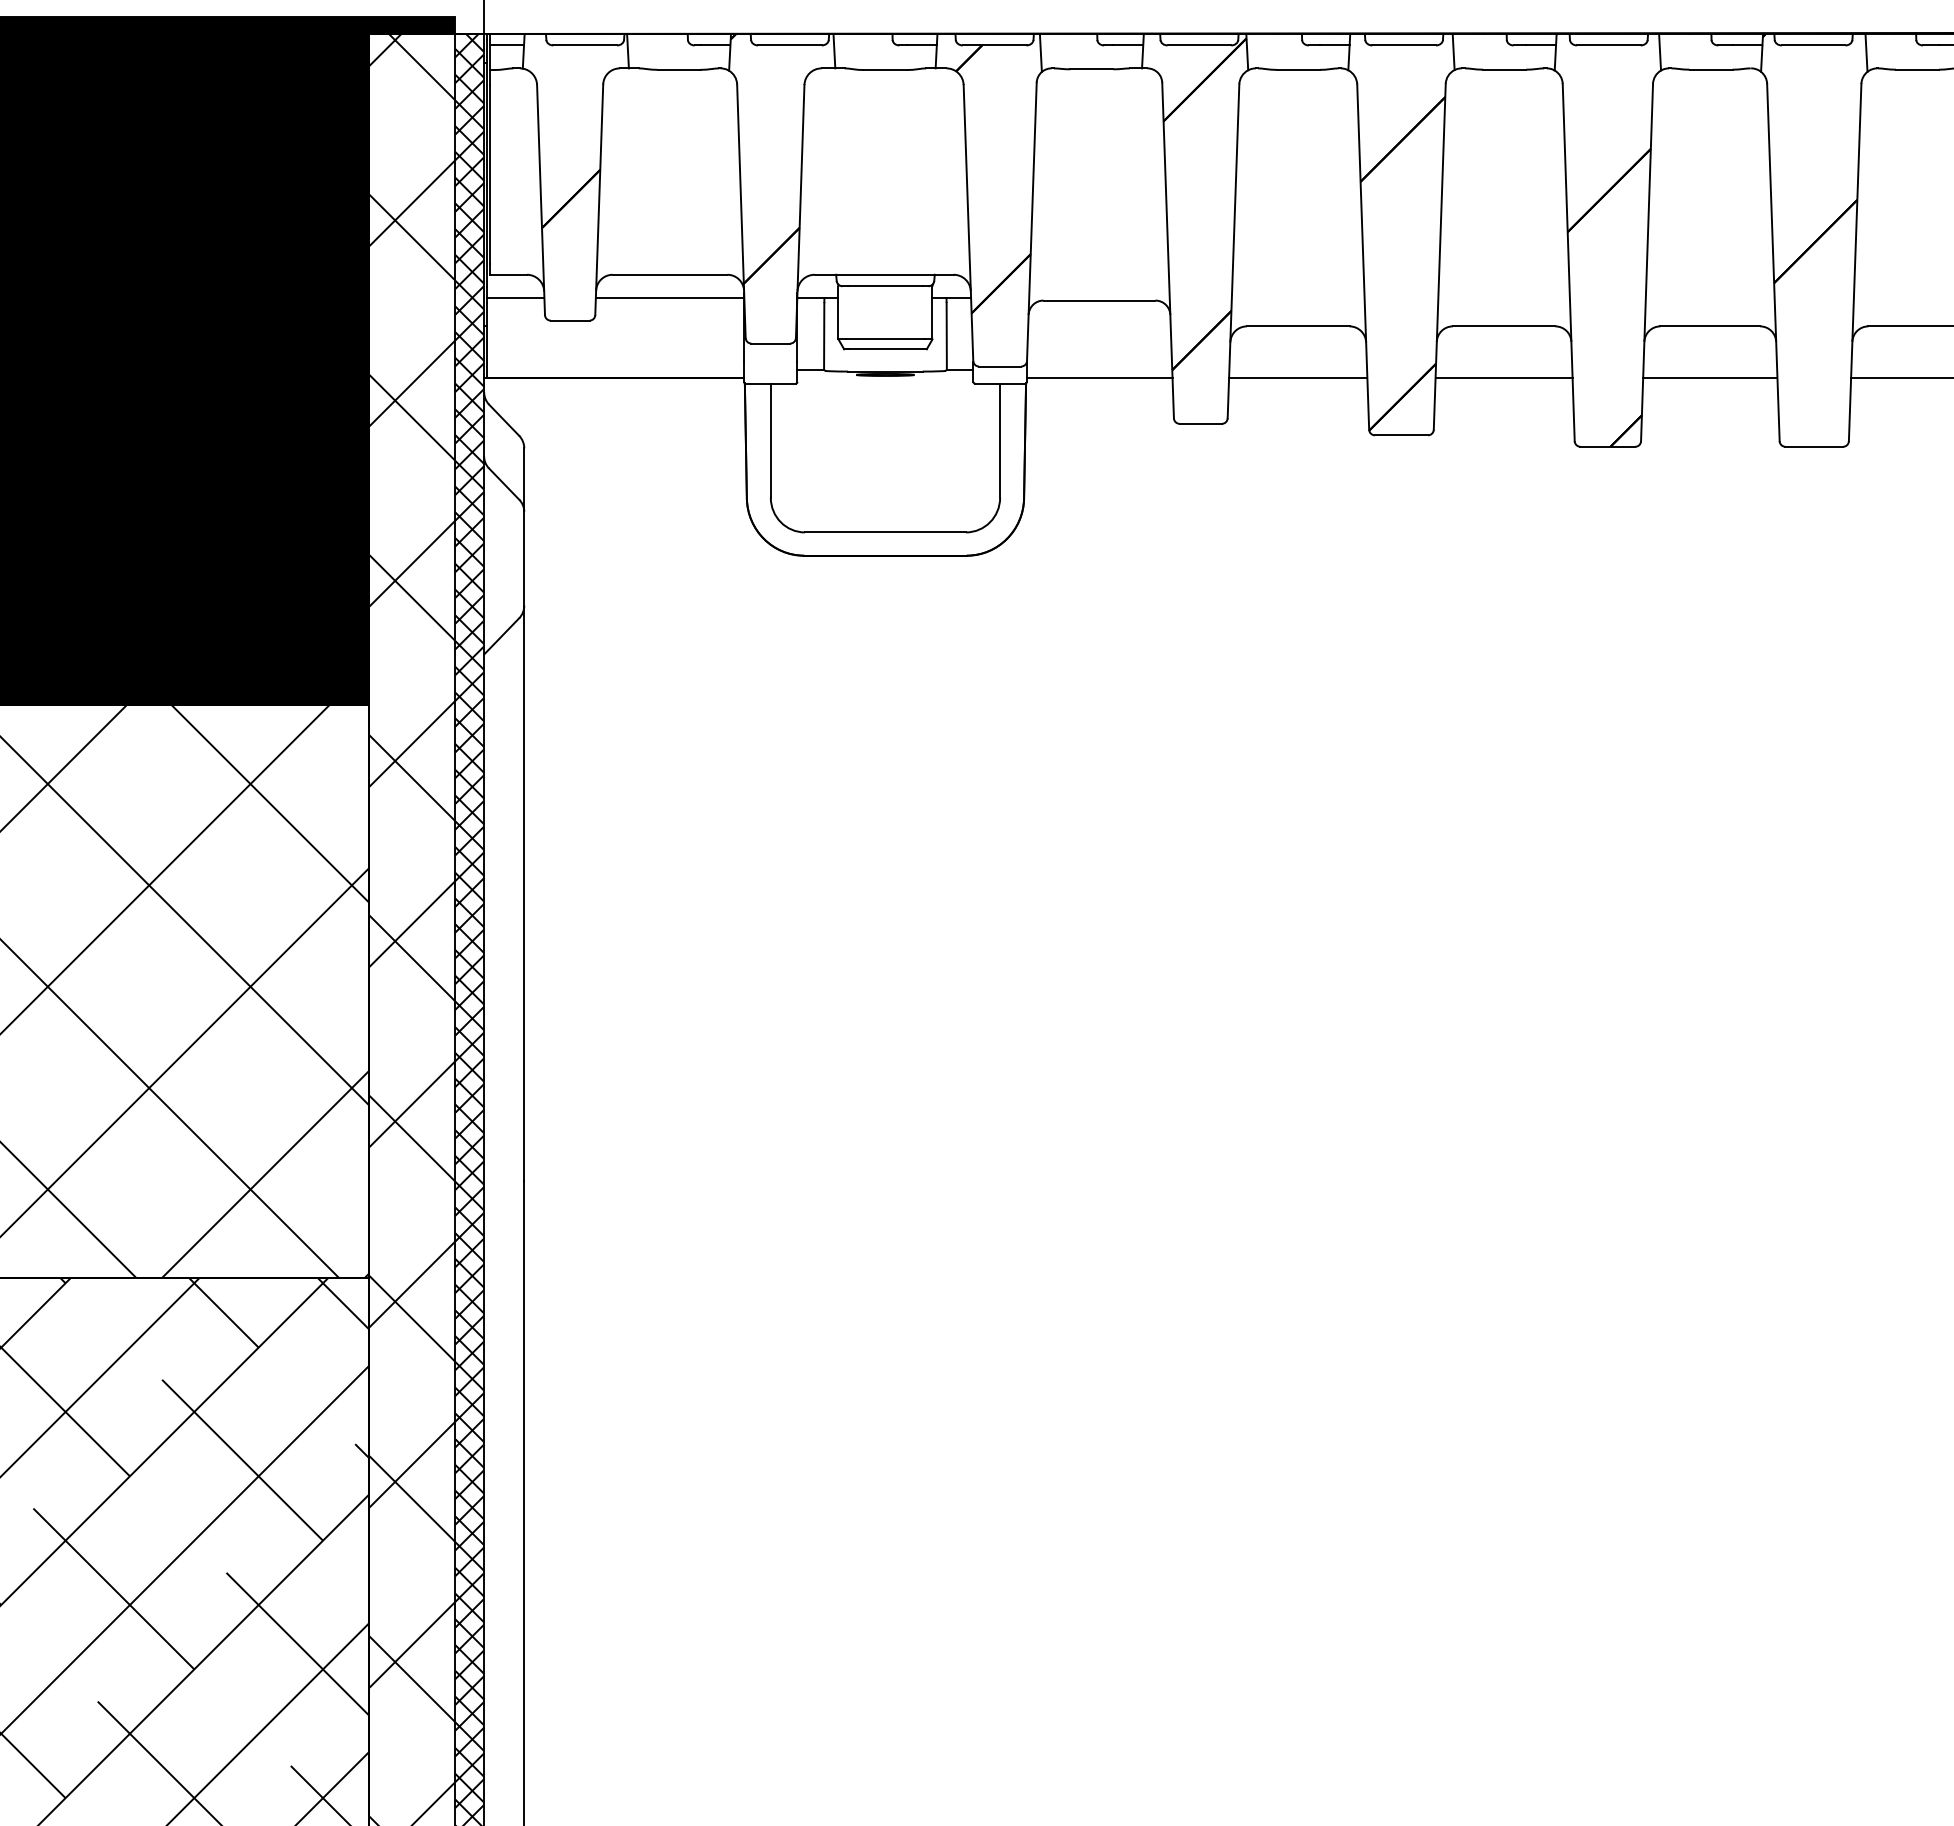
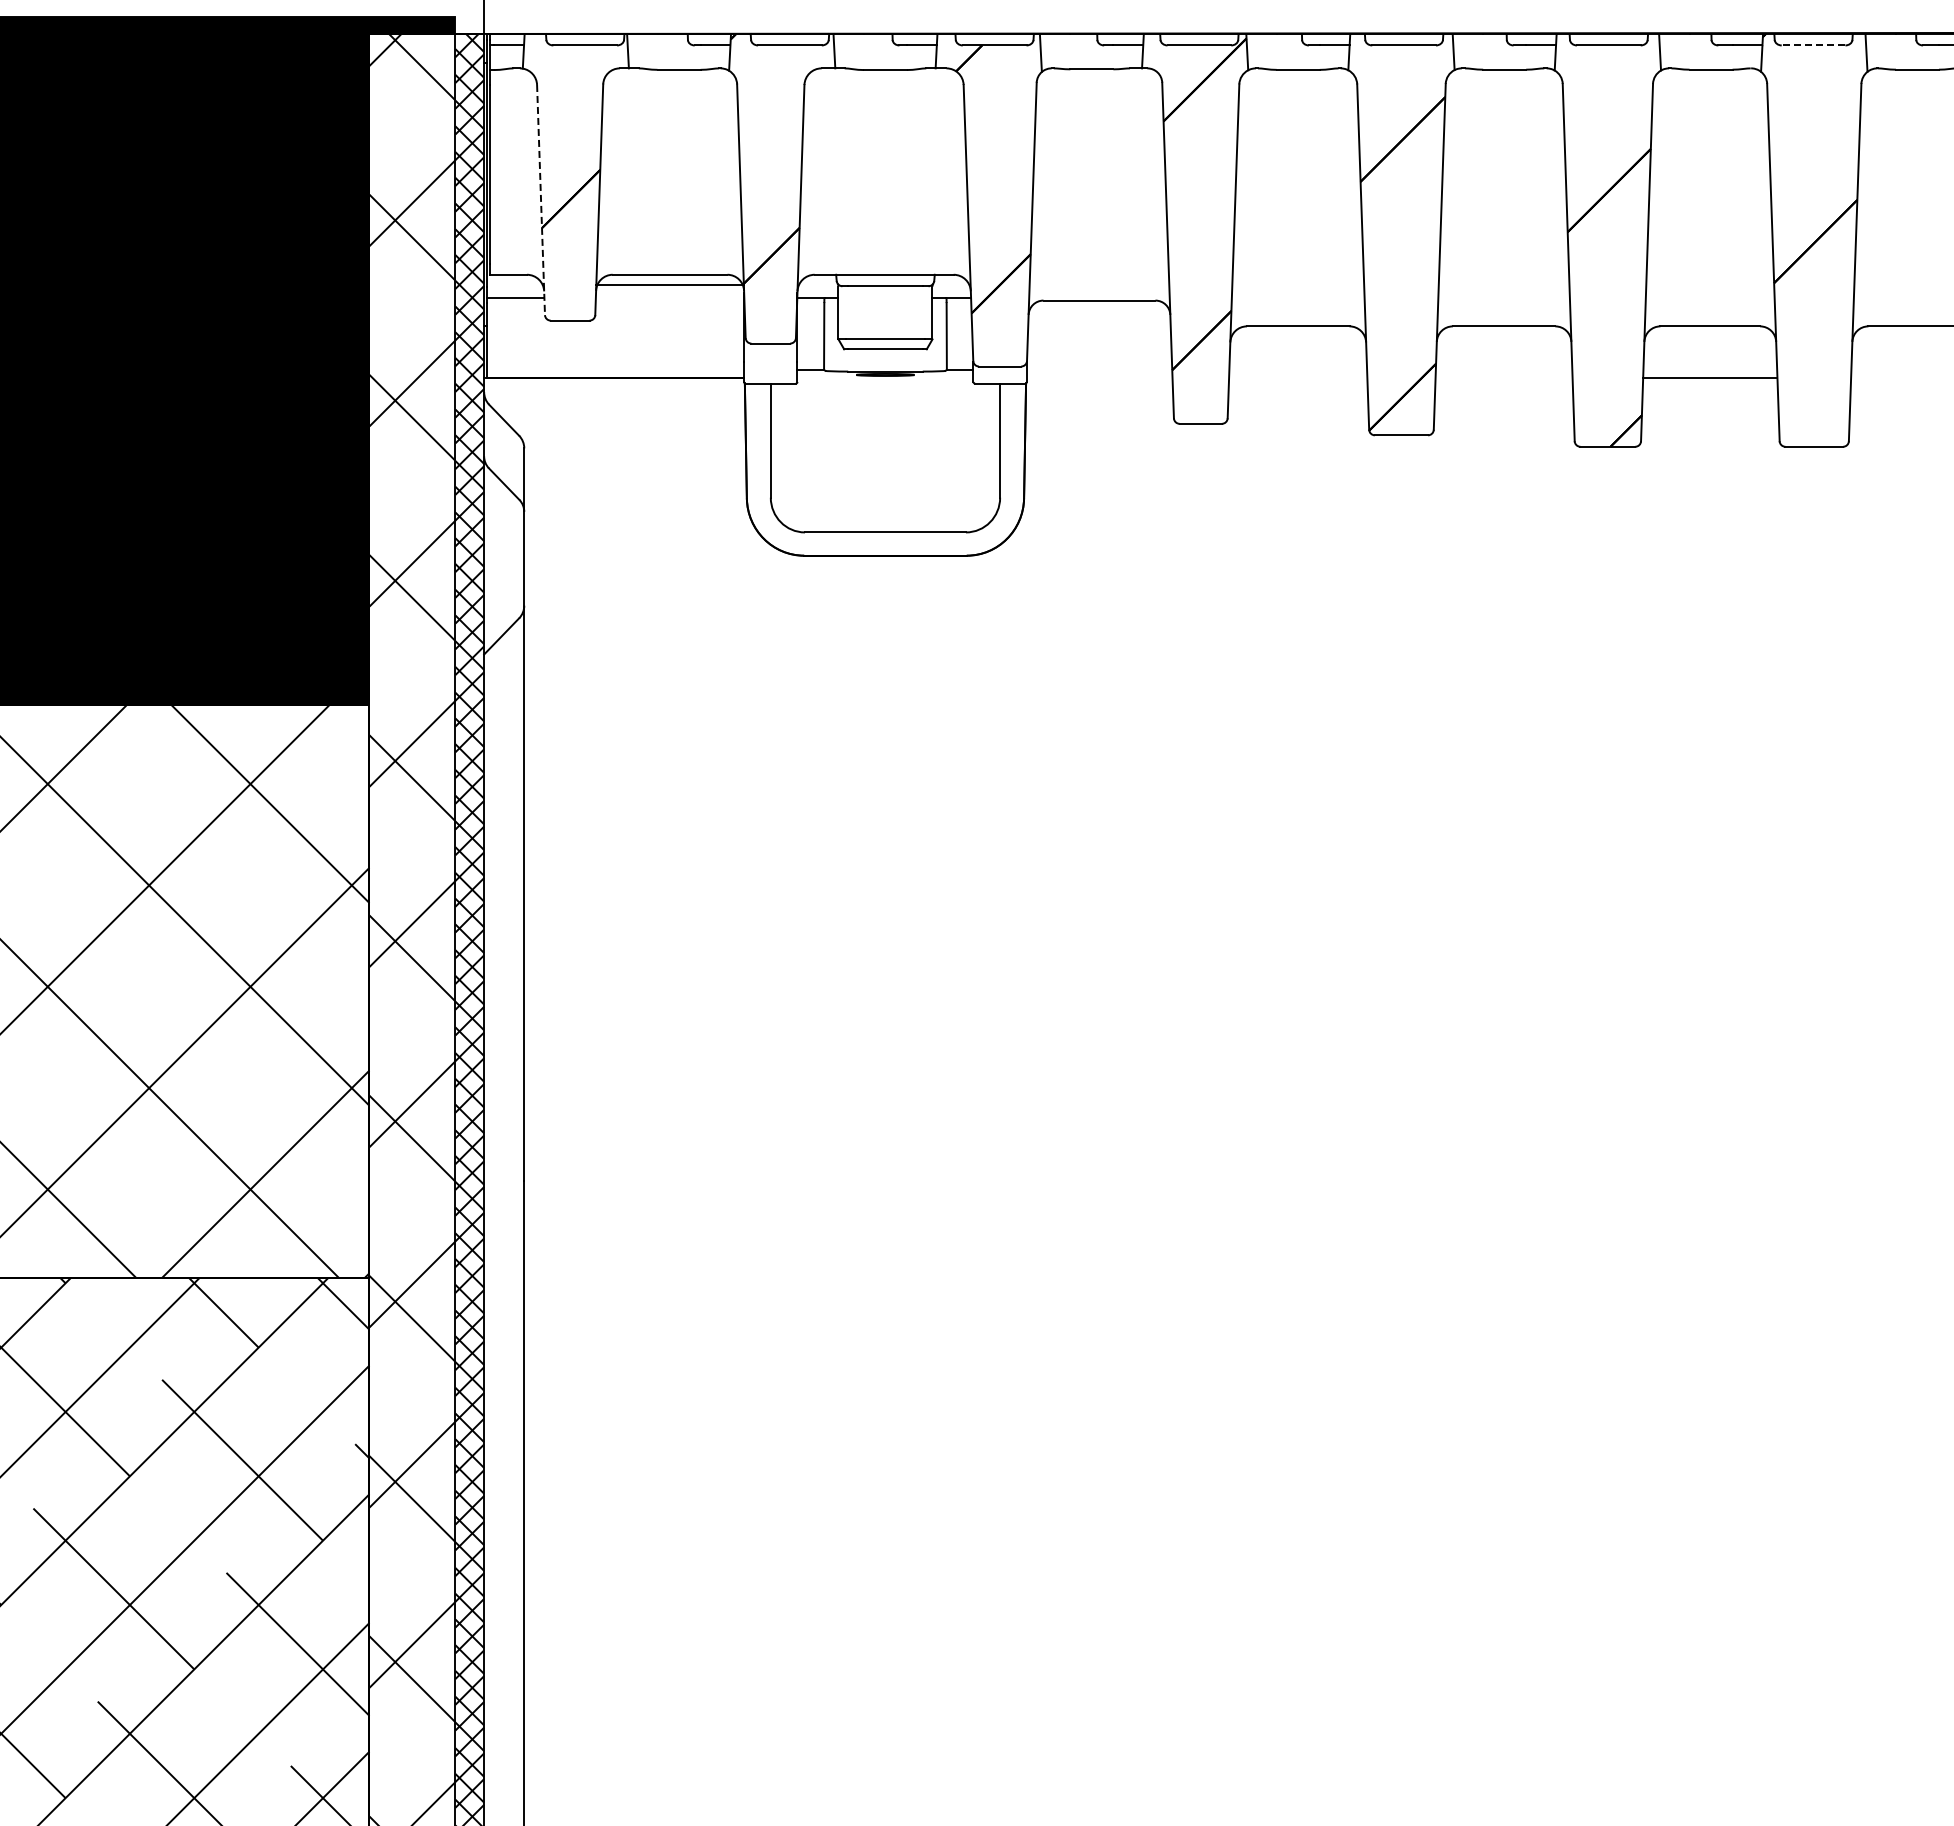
line at (1813, 45): solid -> dashed
line at (541, 200): solid -> dashed
line at (669, 297) position: (669, 297) -> (669, 284)
line at (1099, 377): present -> none
line at (1298, 377): present -> none
line at (1503, 377): present -> none
line at (1900, 377): present -> none
